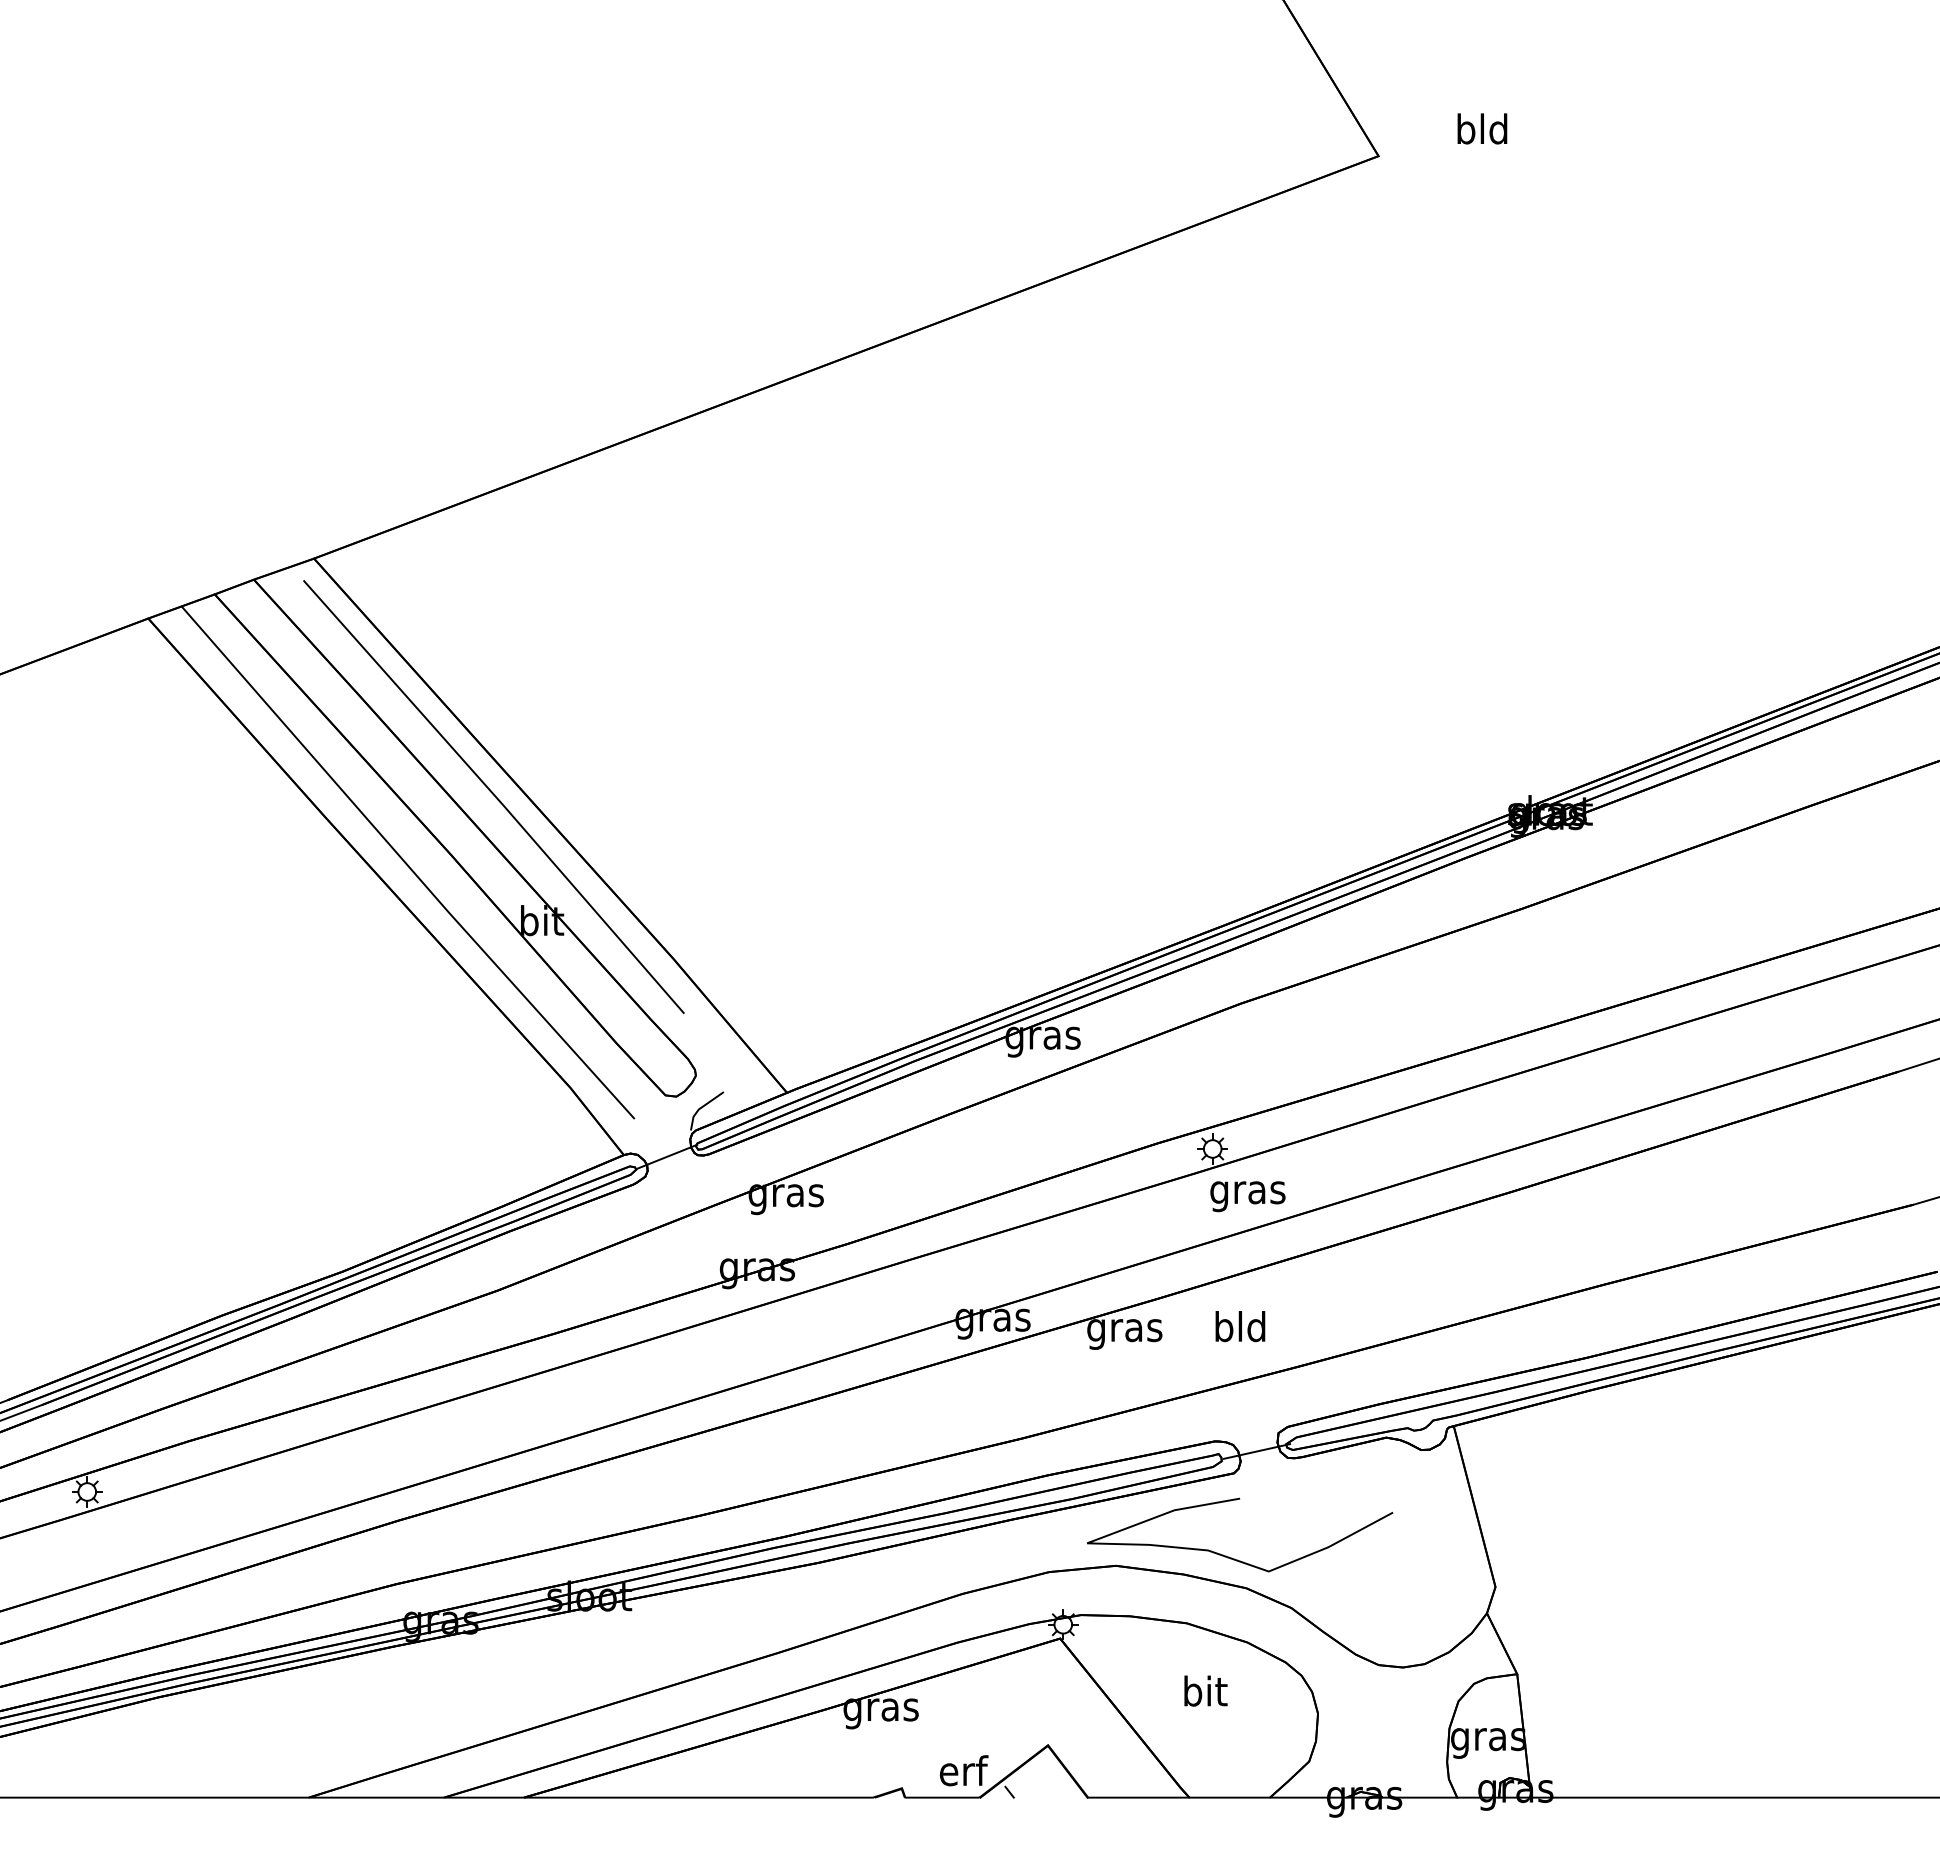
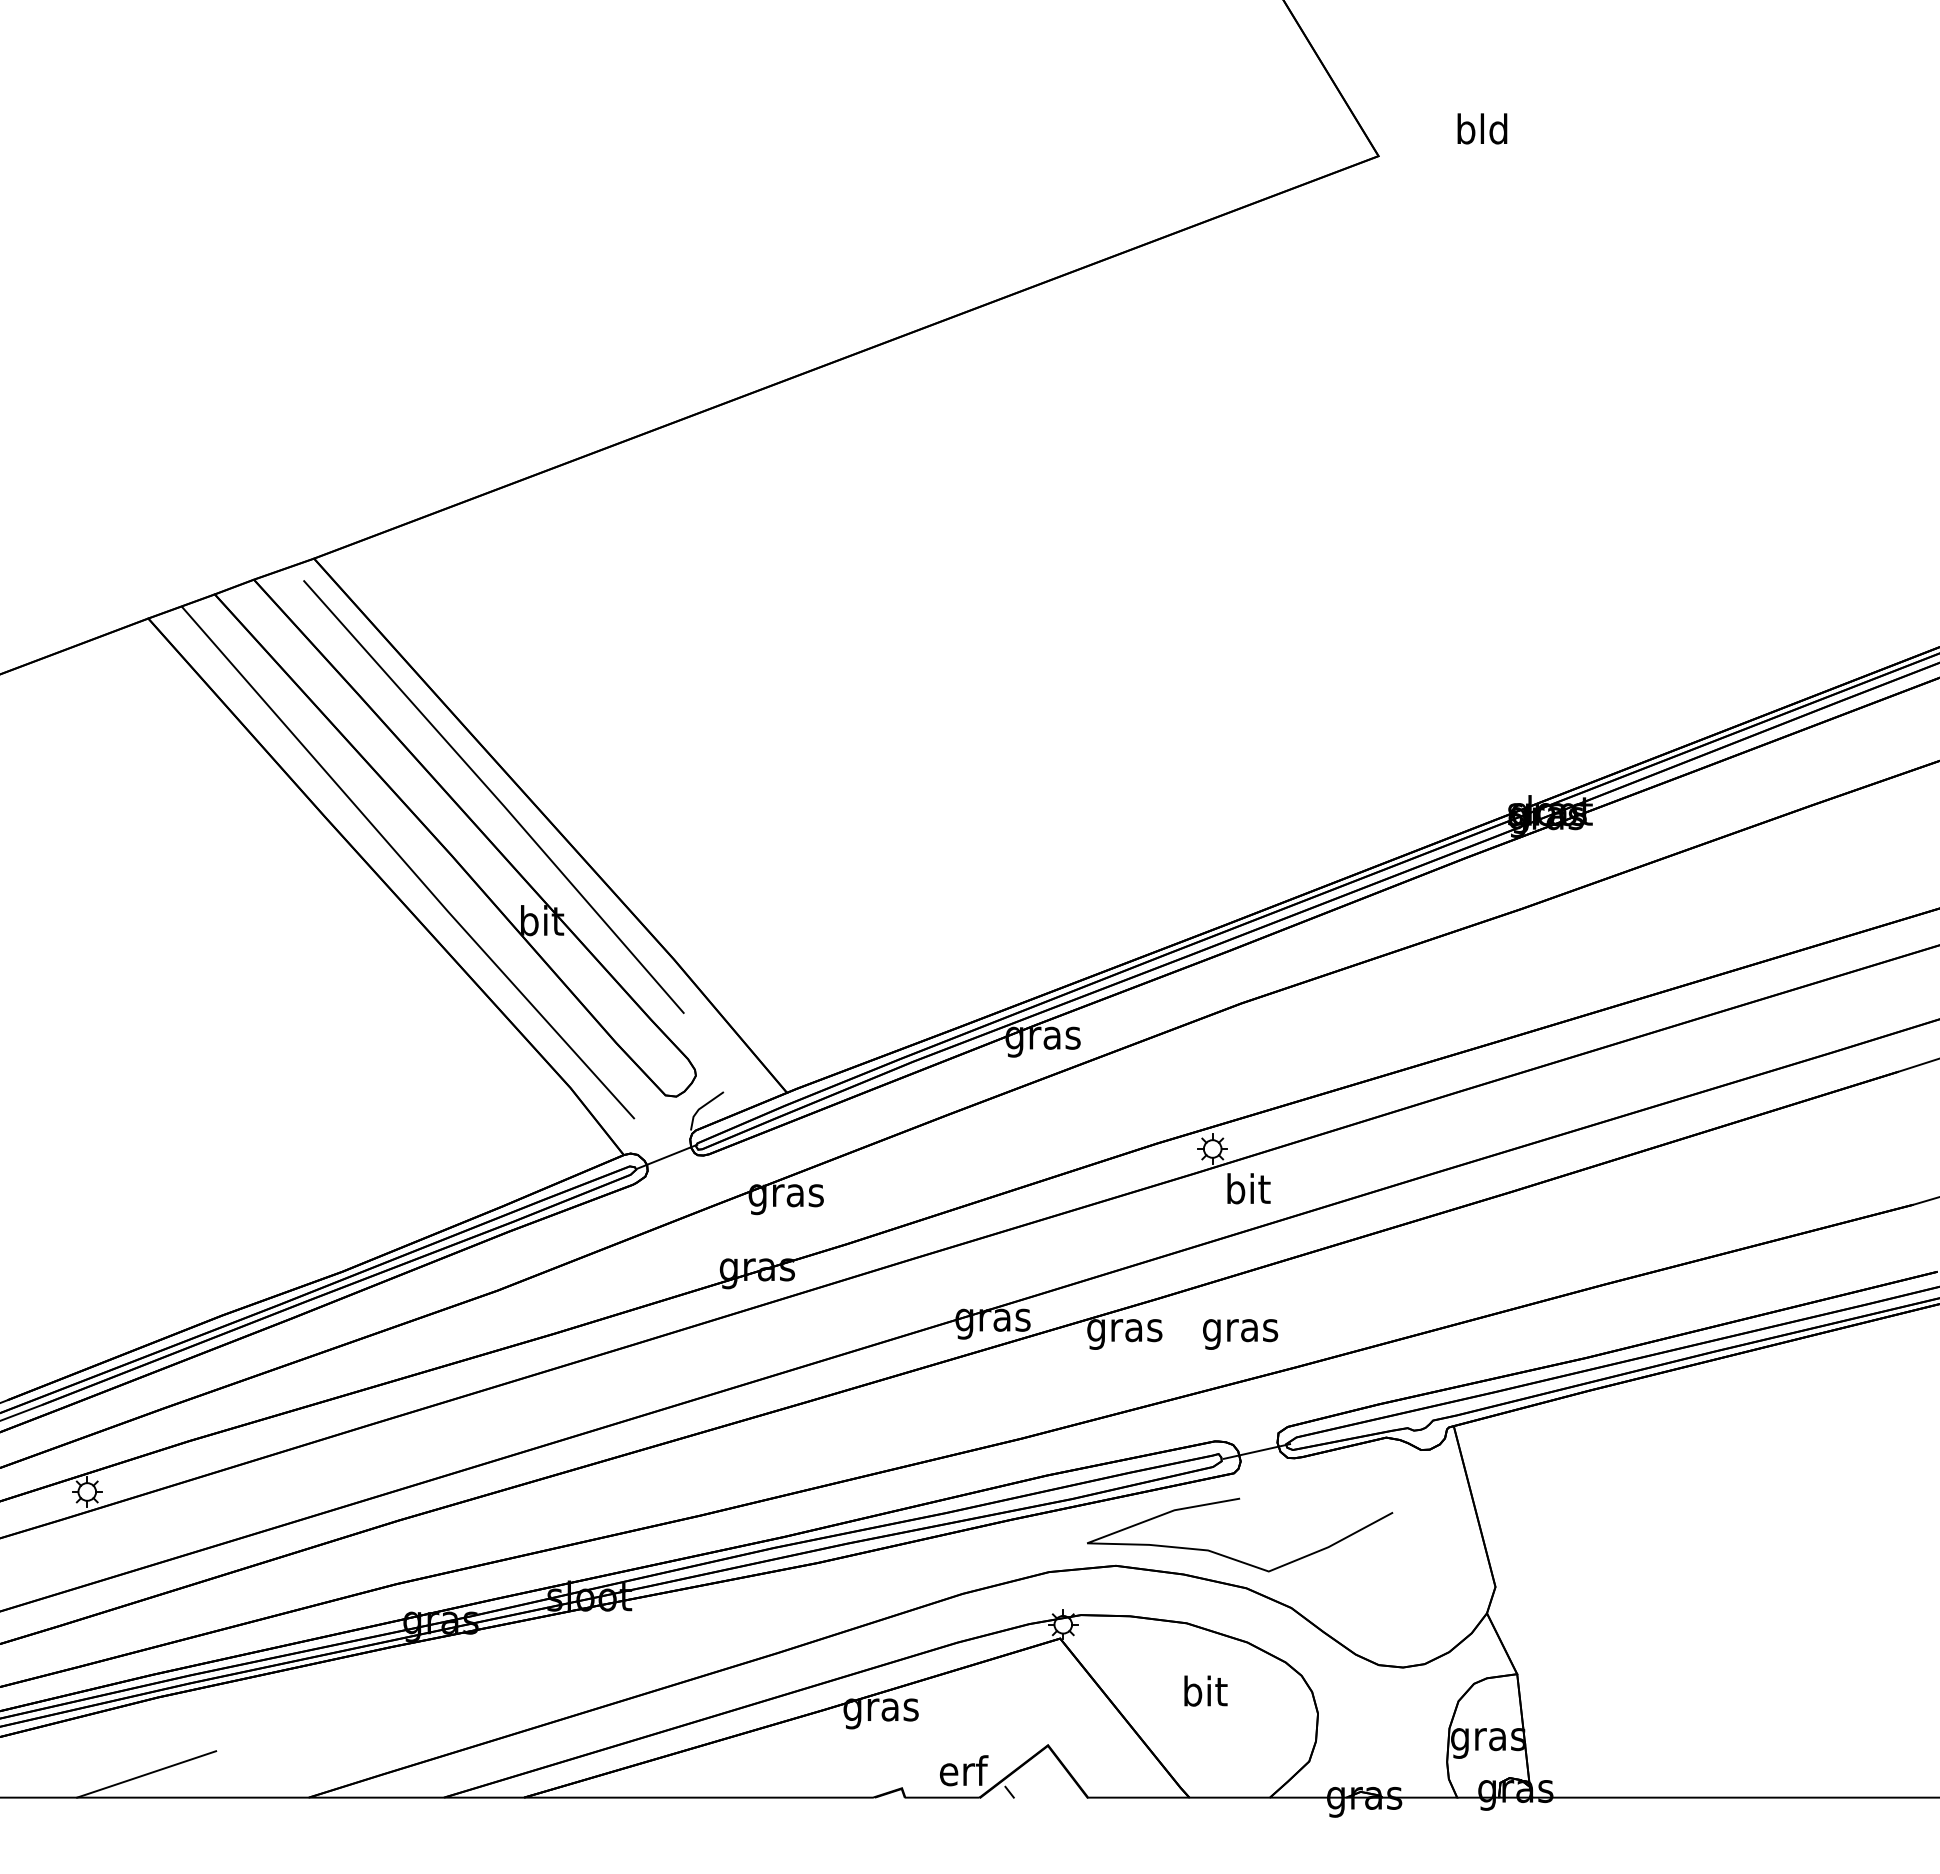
text at (1247, 1192): gras -> bit
text at (1240, 1330): bld -> gras
line at (146, 1774): none -> present
